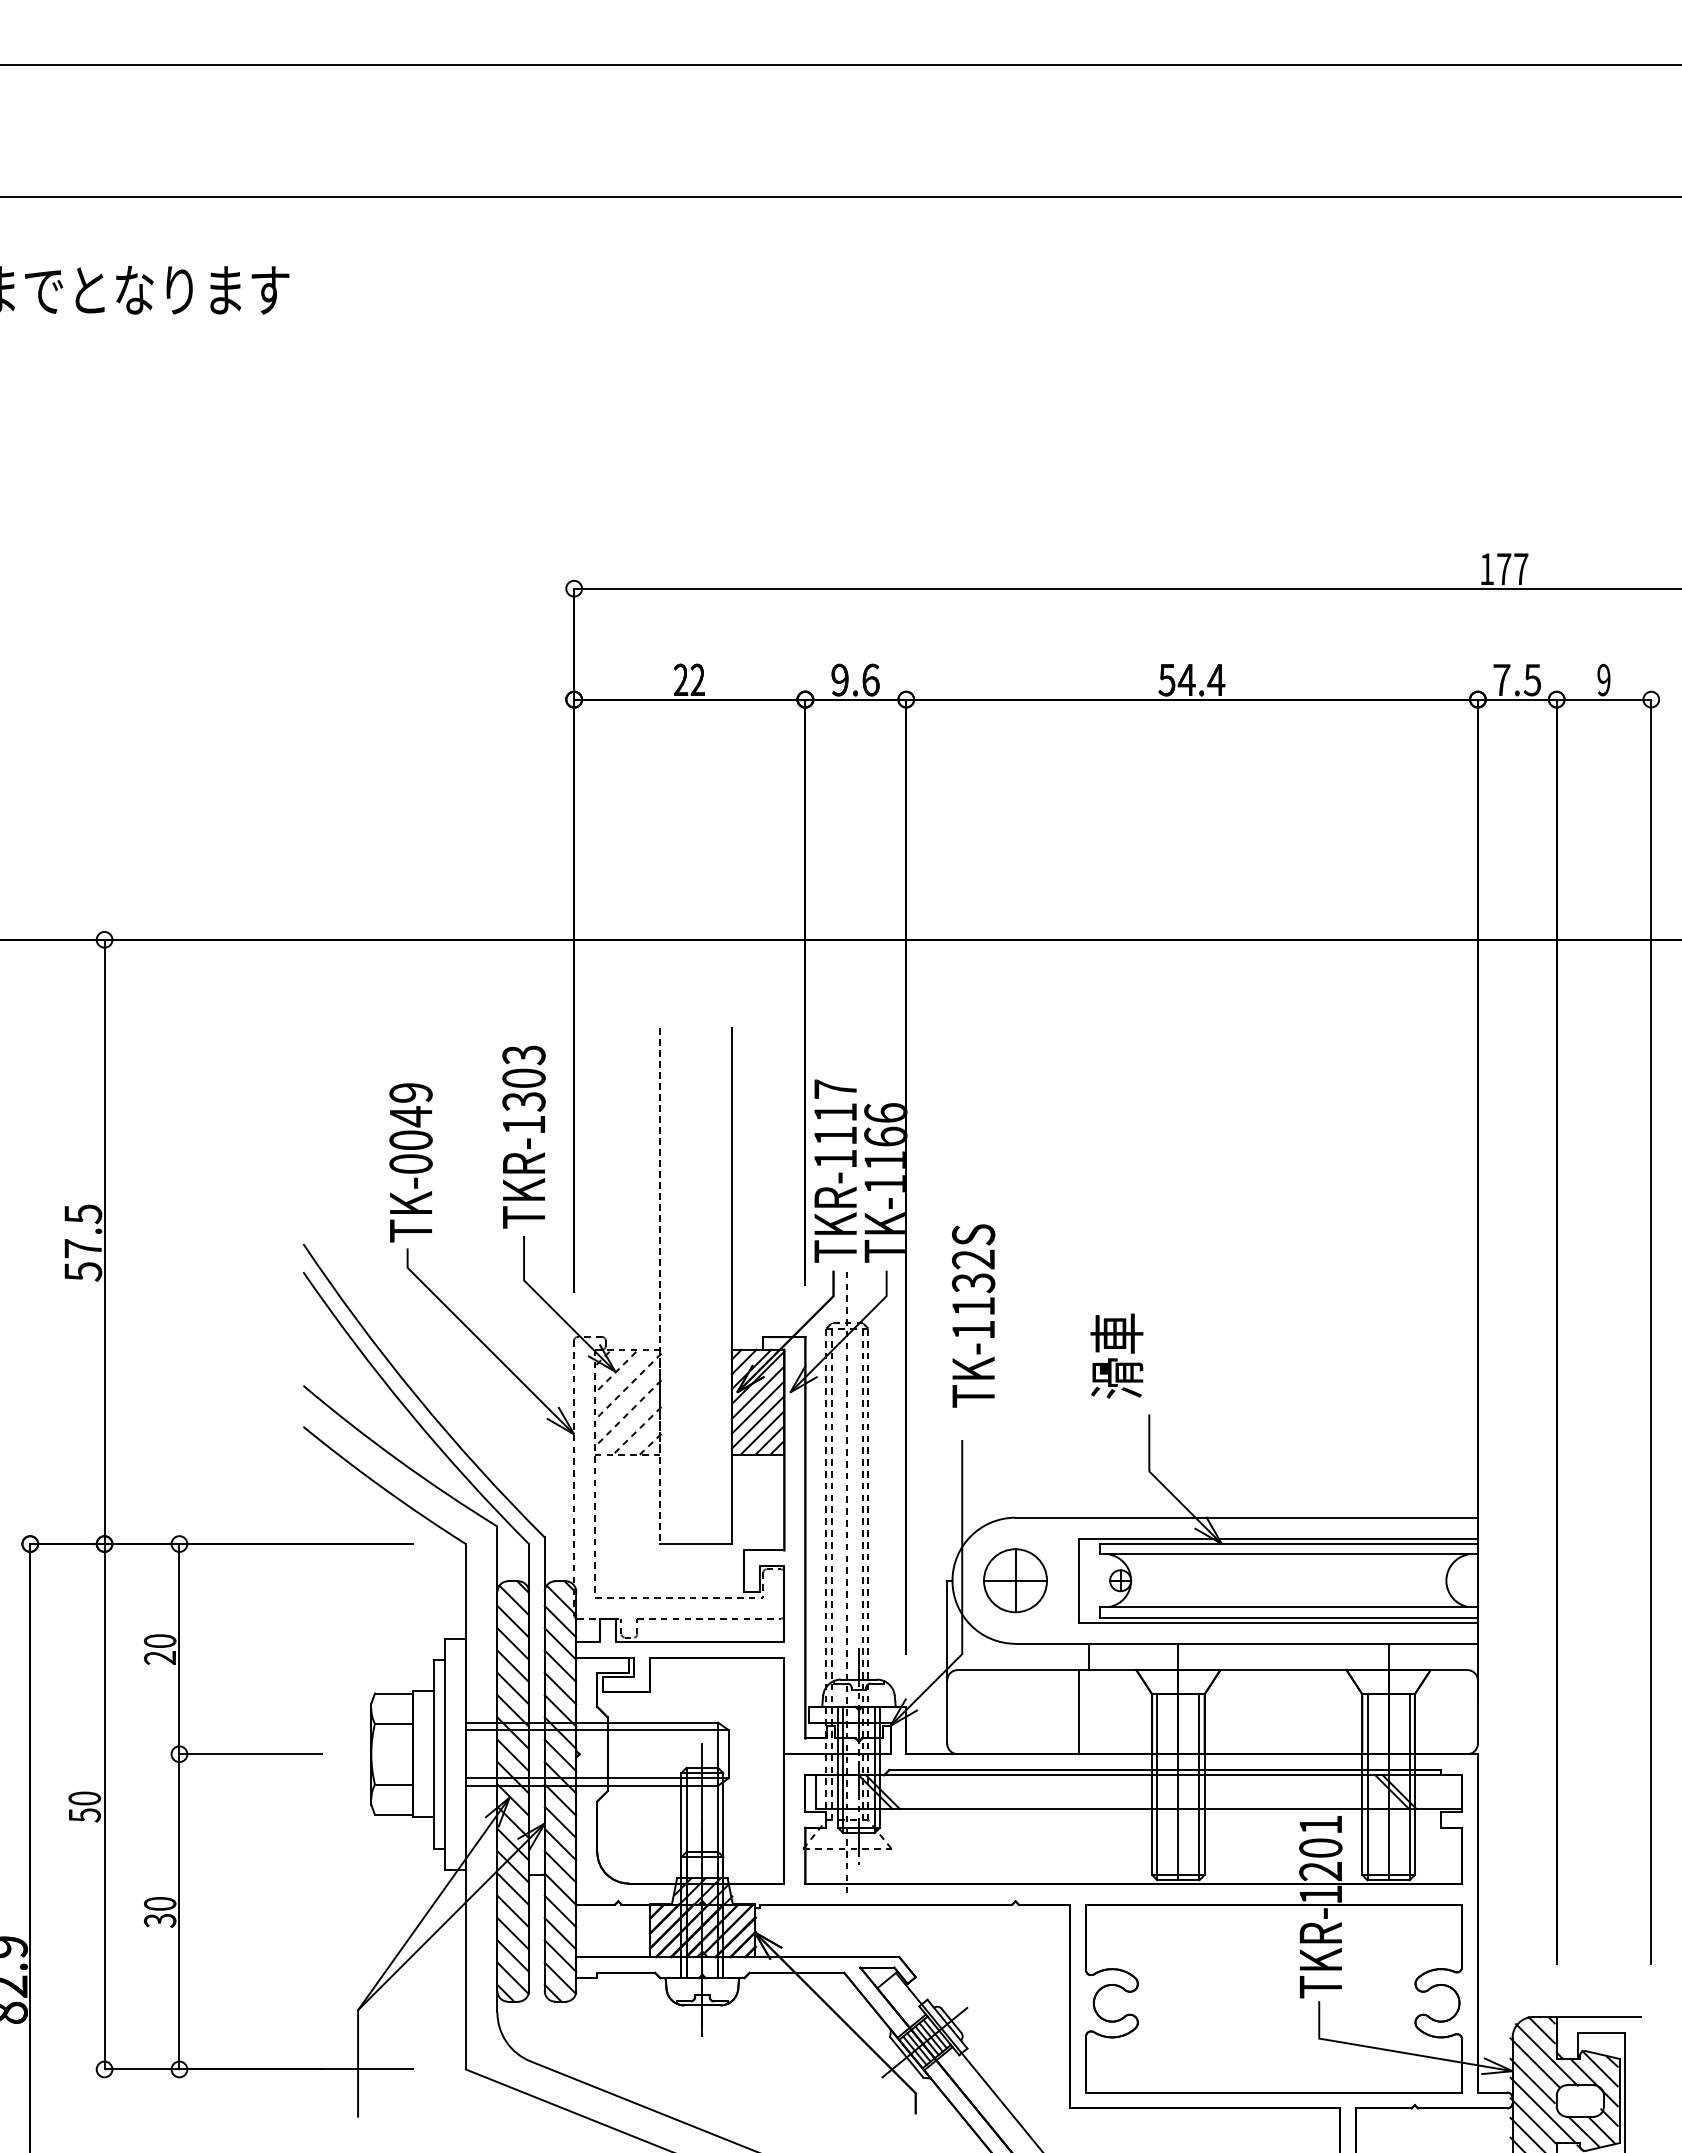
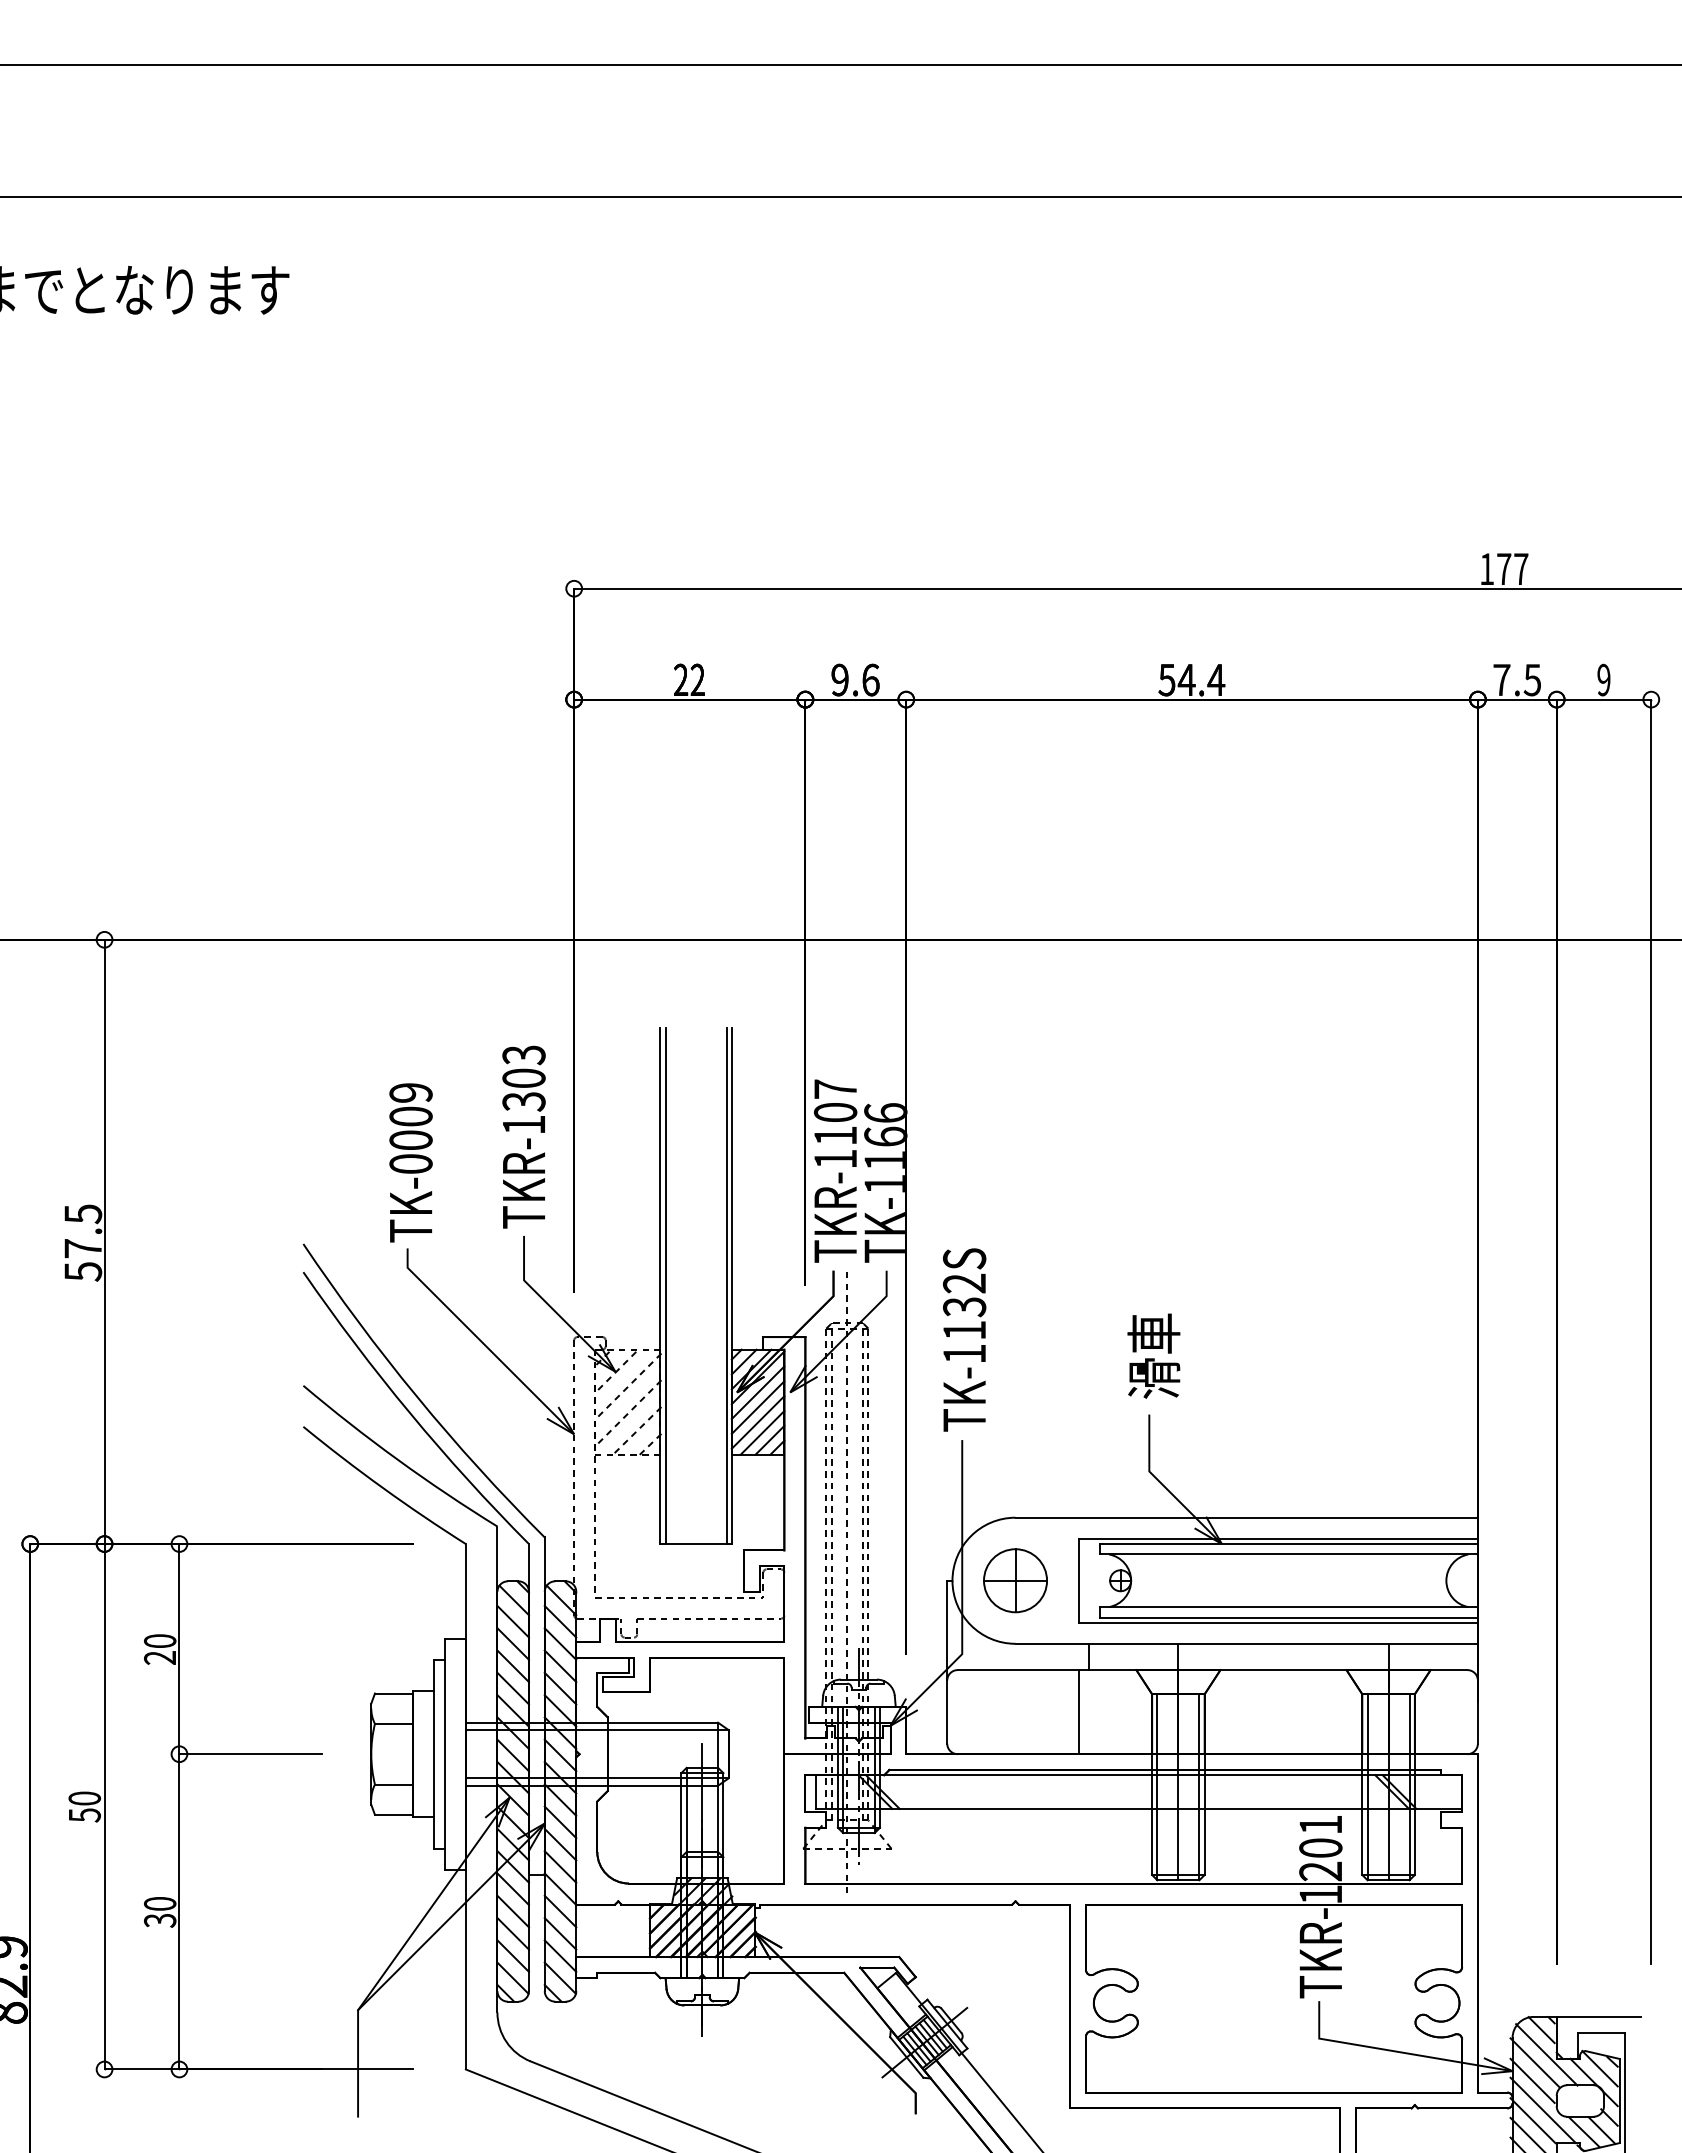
text at (835, 1112): TKR-1117 -> TKR-1107
text at (410, 1116): TK-0049 -> TK-0009
line at (660, 1286): dashed -> solid
line at (665, 1286): none -> present
line at (726, 1286): none -> present
text at (973, 1315) position: (973, 1315) -> (964, 1339)
text at (1116, 1355) position: (1116, 1355) -> (1153, 1355)
